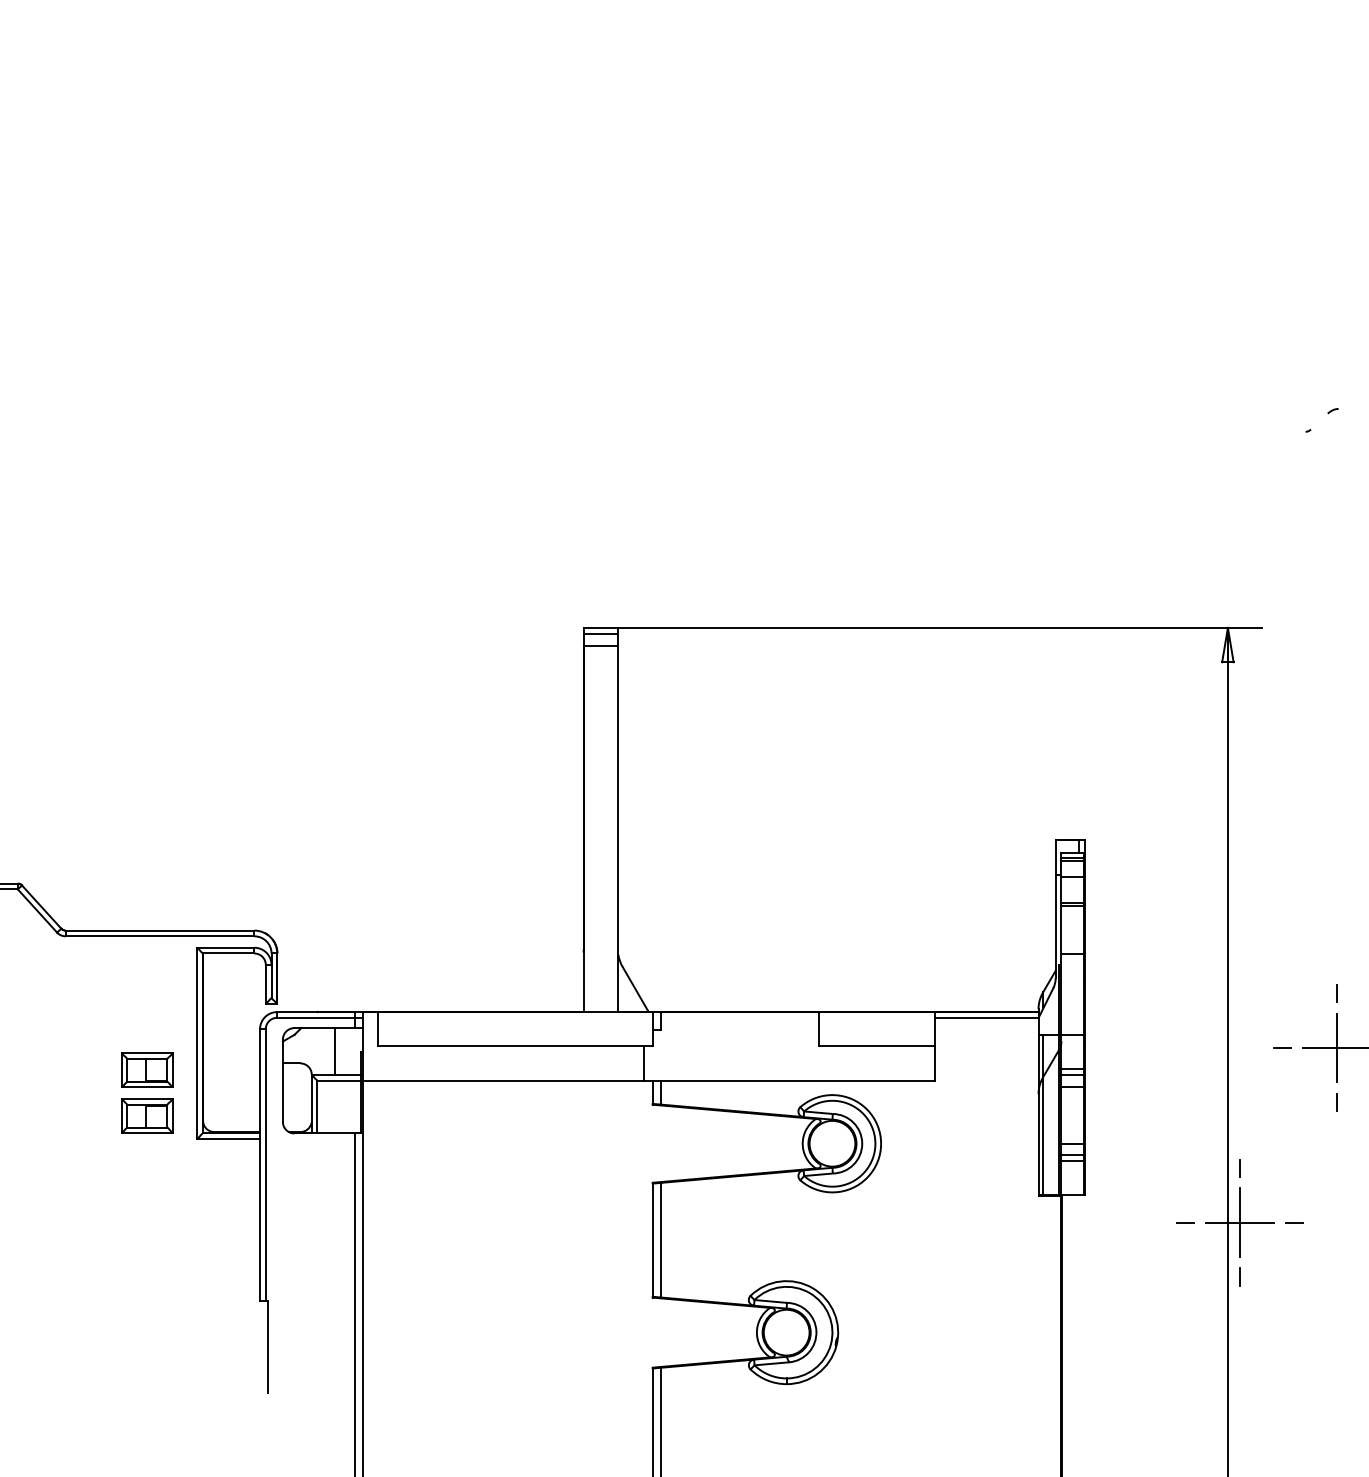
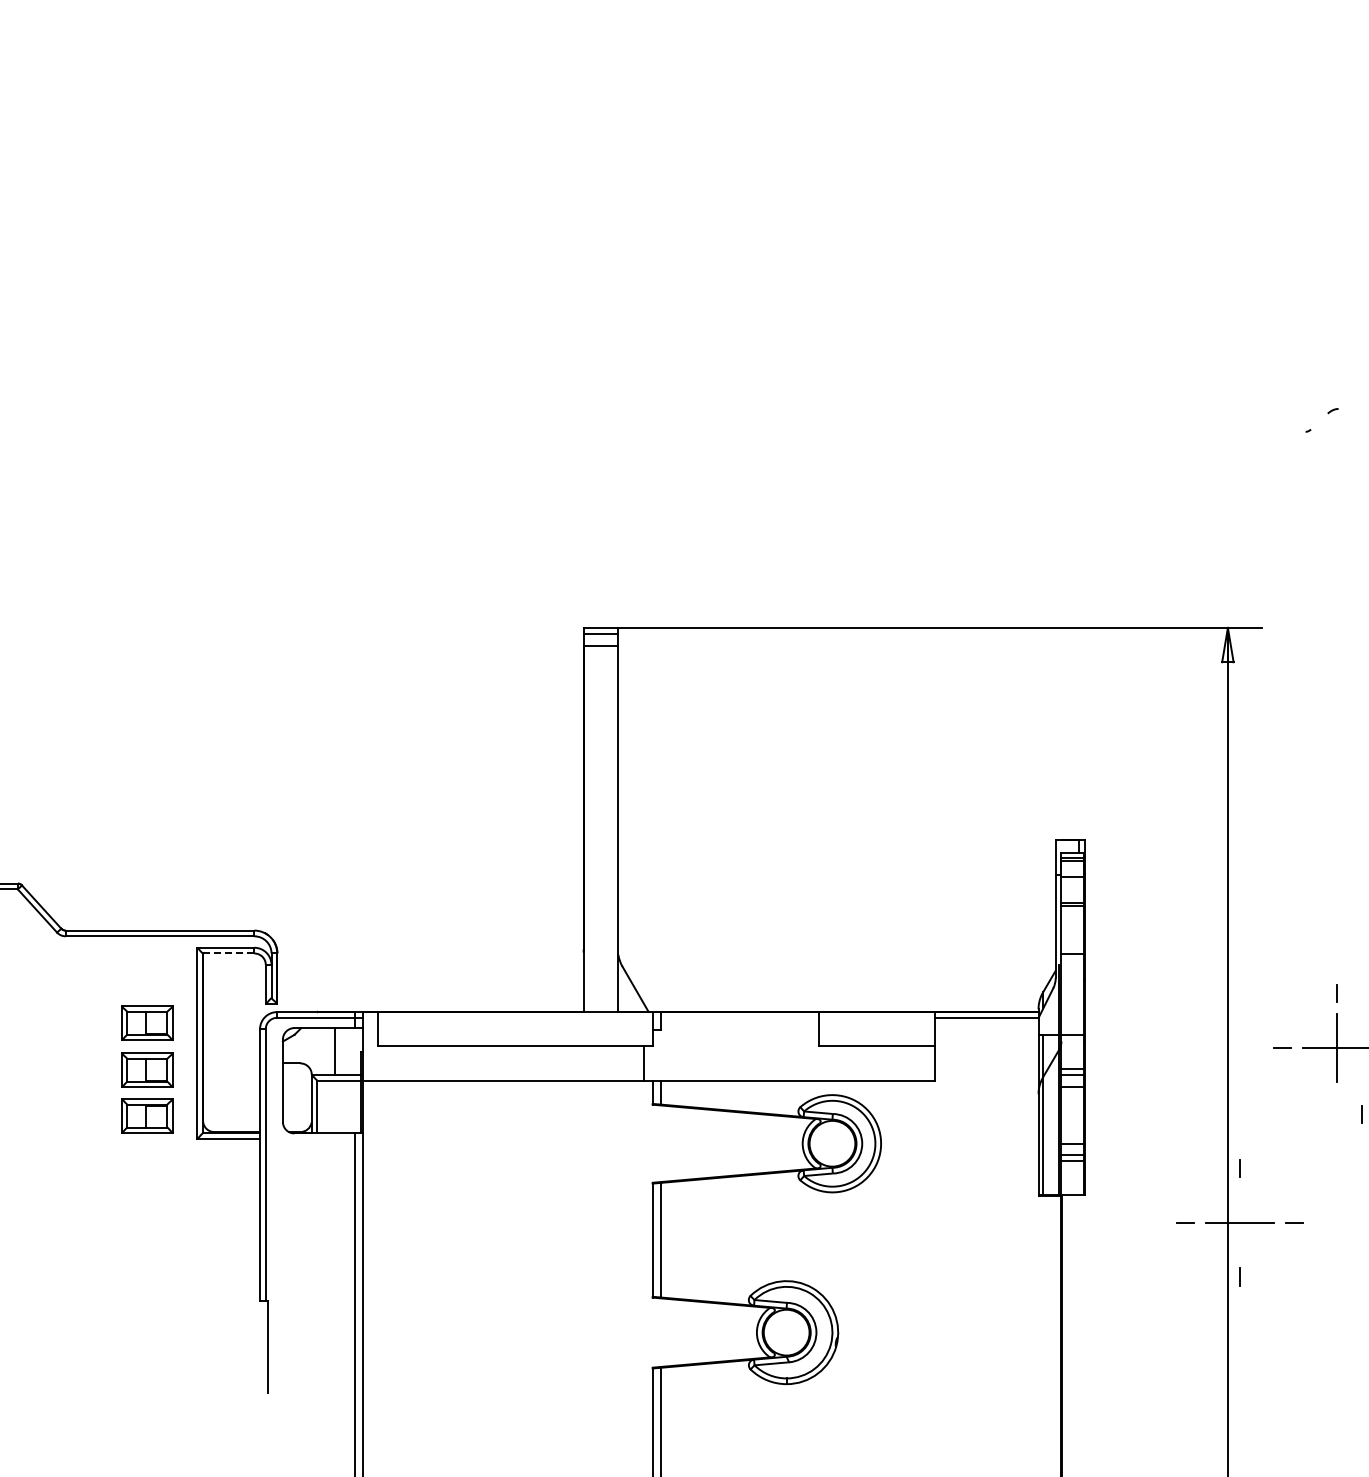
line at (228, 953): solid -> dashed
part at (147, 1022): none -> present
line at (1336, 1102) position: (1336, 1102) -> (1361, 1114)
line at (1240, 1222): present -> none
